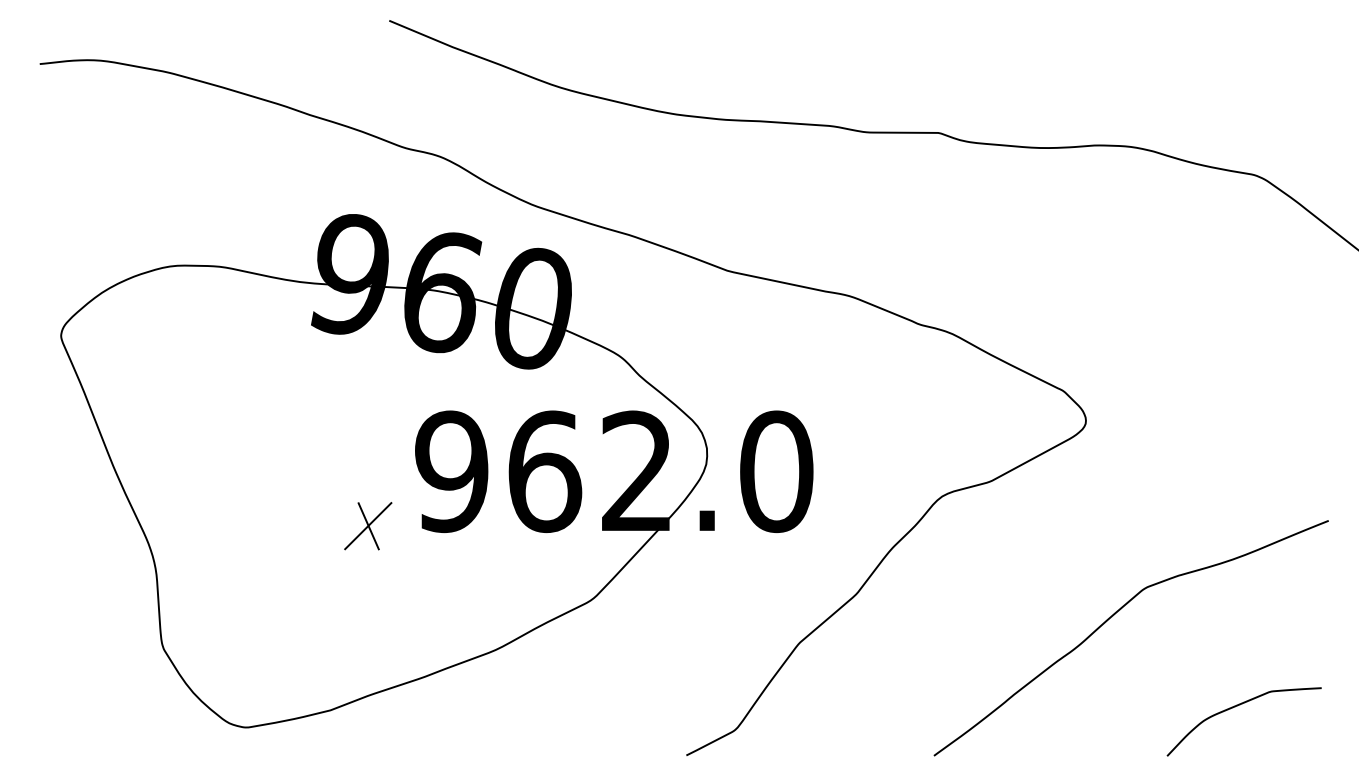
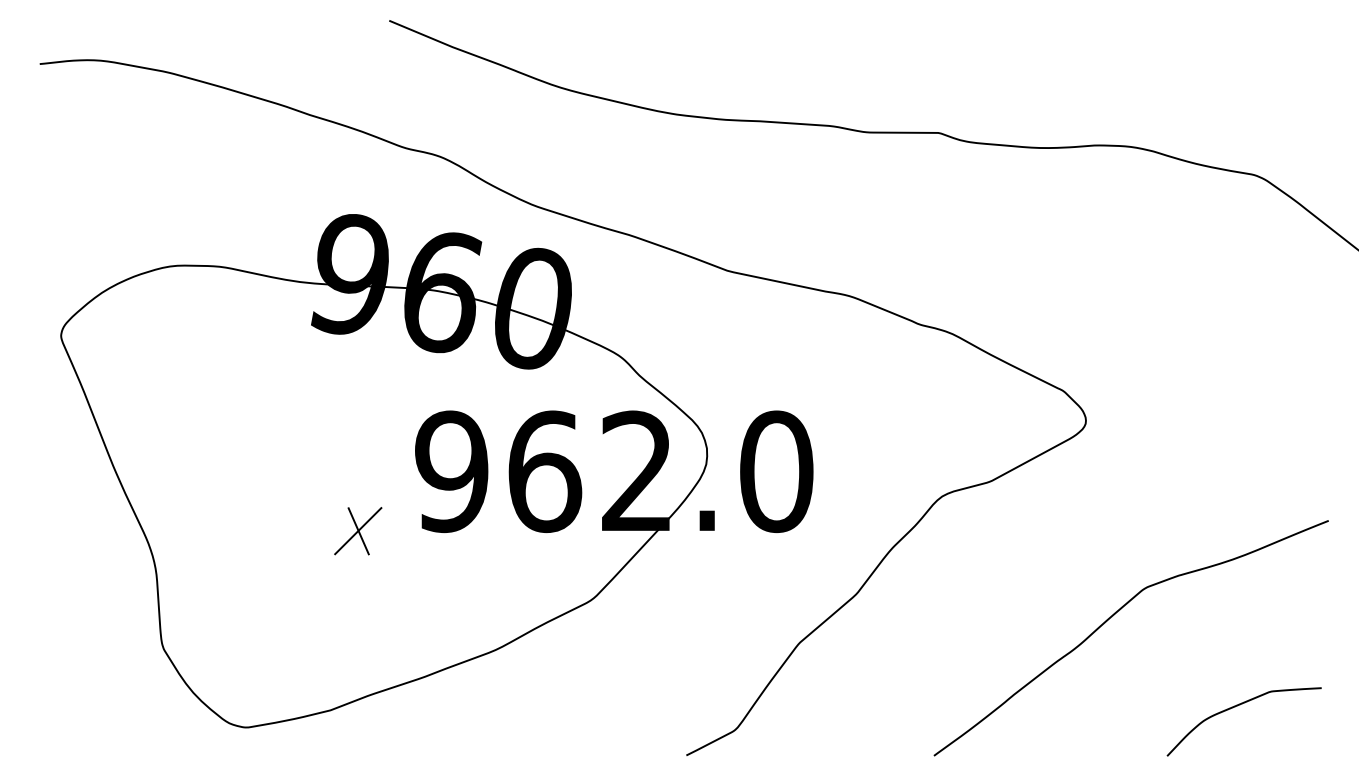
part at (368, 526) position: (368, 526) -> (358, 531)
